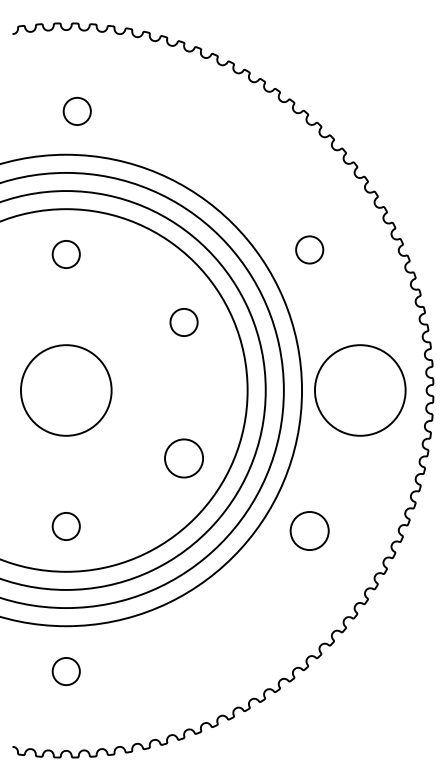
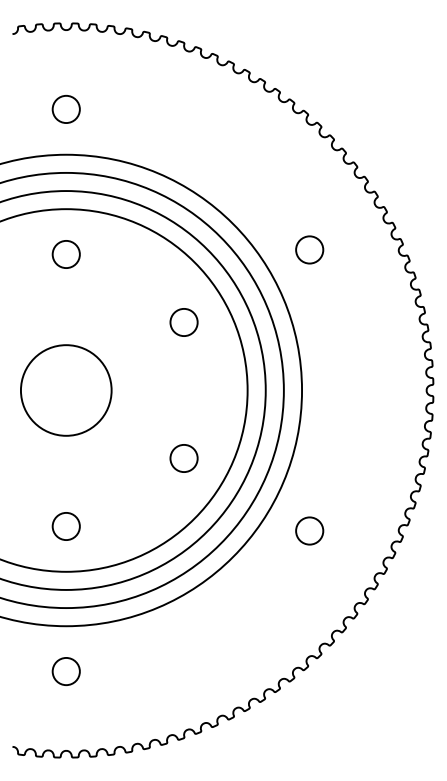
circle at (76, 111) position: (76, 111) -> (65, 109)
circle at (360, 390): present -> none
circle at (184, 458) diameter: 38 px -> 27 px
circle at (309, 530) diameter: 38 px -> 27 px
